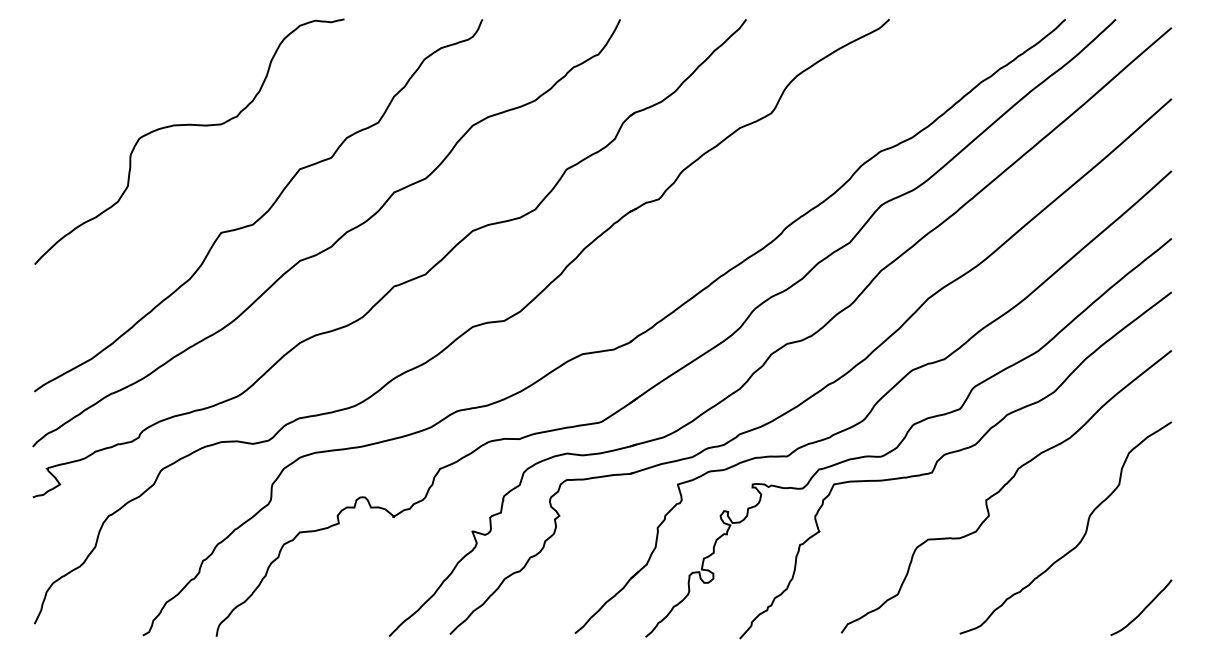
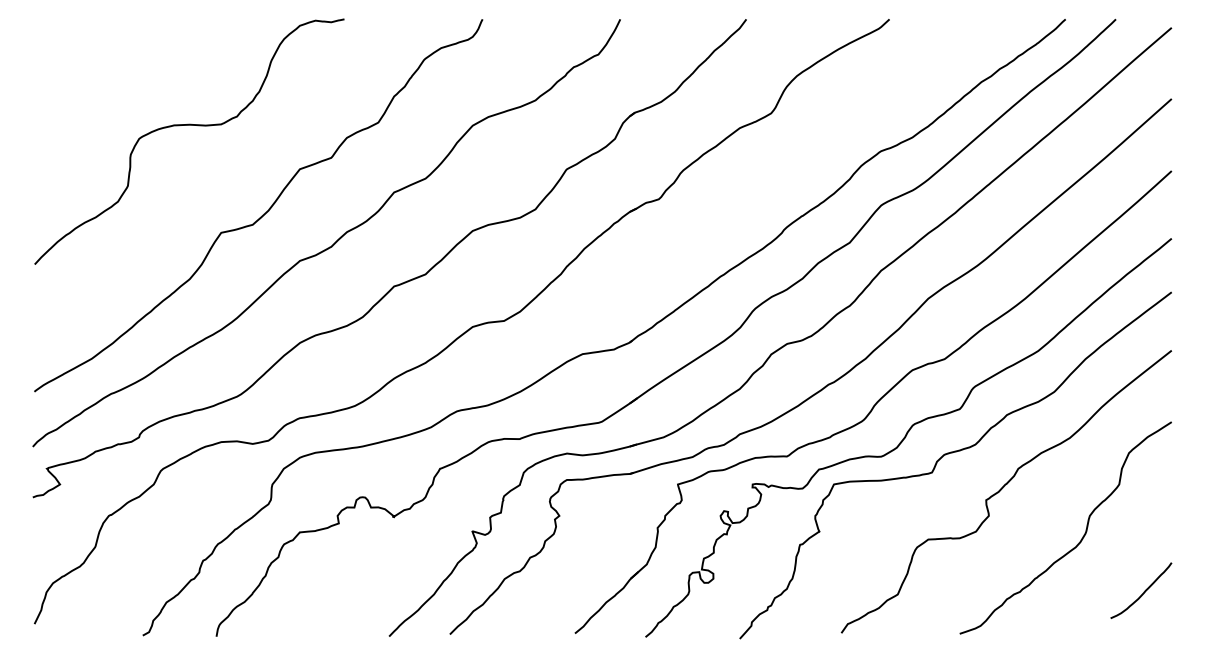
curve at (1143, 608) position: (1143, 608) -> (1143, 591)
